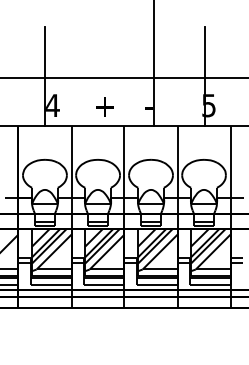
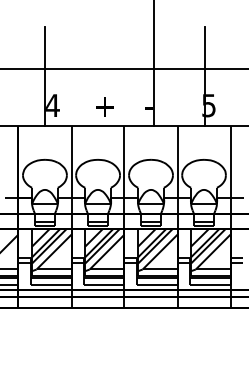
line at (123, 78) position: (123, 78) -> (123, 69)
